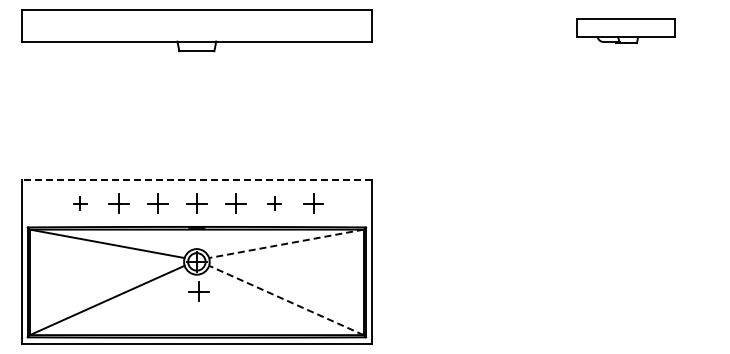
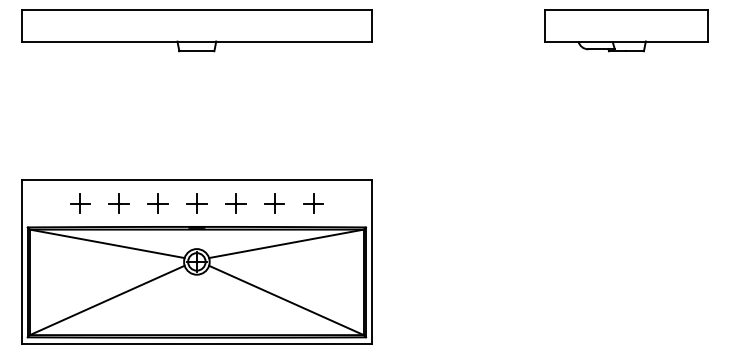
part at (625, 31) size: 100x27 px -> 165x44 px
line at (196, 180): dashed -> solid
part at (80, 203) size: 15x15 px -> 21x21 px
part at (274, 203) size: 15x15 px -> 21x21 px
line at (286, 243): dashed -> solid
part at (198, 291): present -> none
line at (286, 300): dashed -> solid
